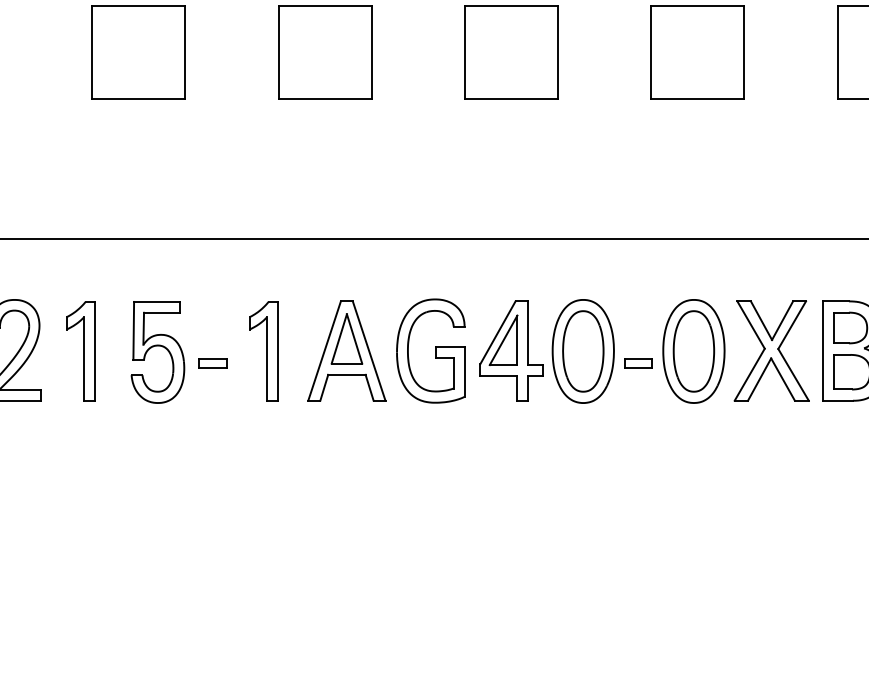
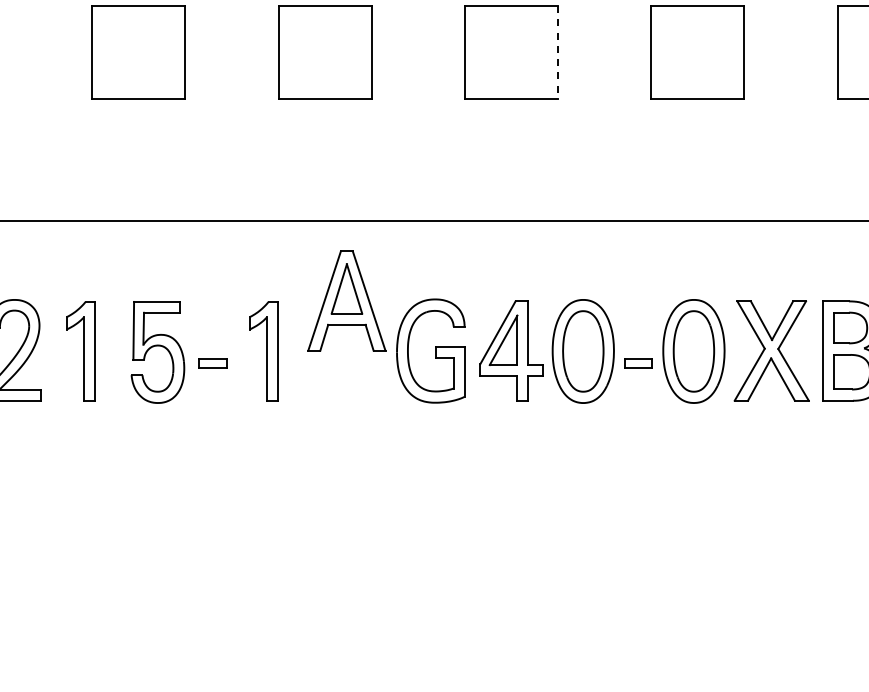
line at (558, 52): solid -> dashed
line at (433, 238) position: (433, 238) -> (433, 220)
part at (346, 350) position: (346, 350) -> (346, 300)
